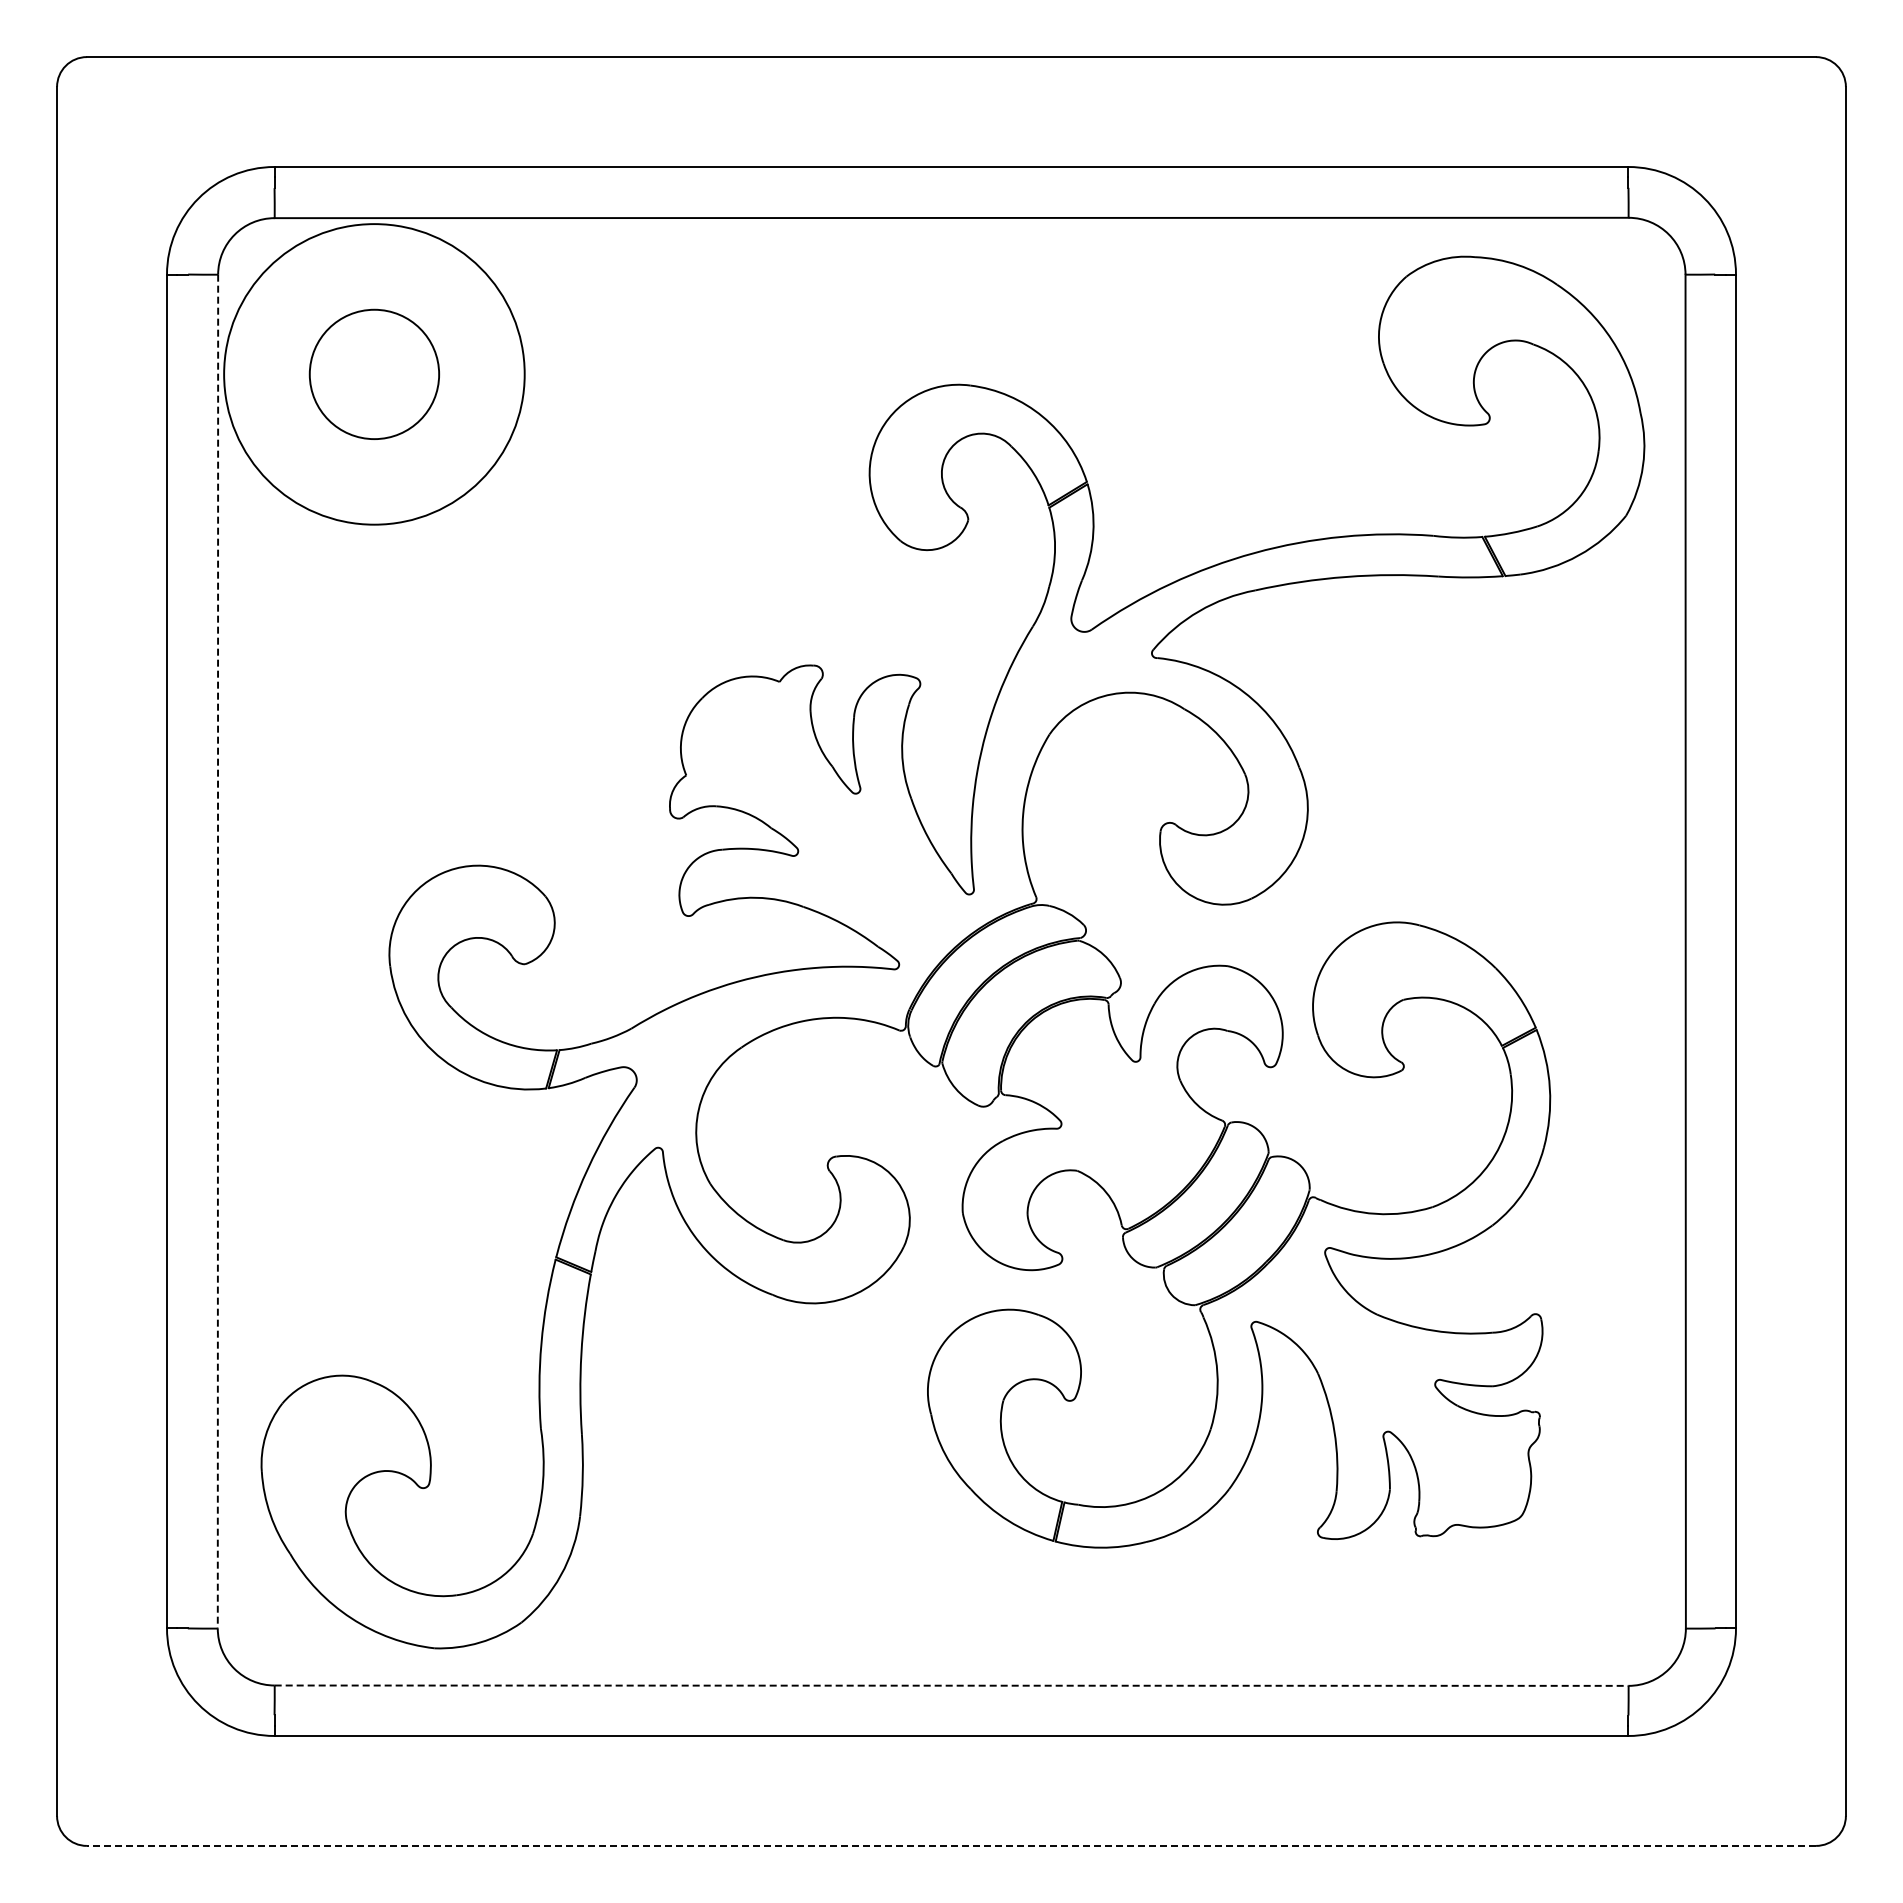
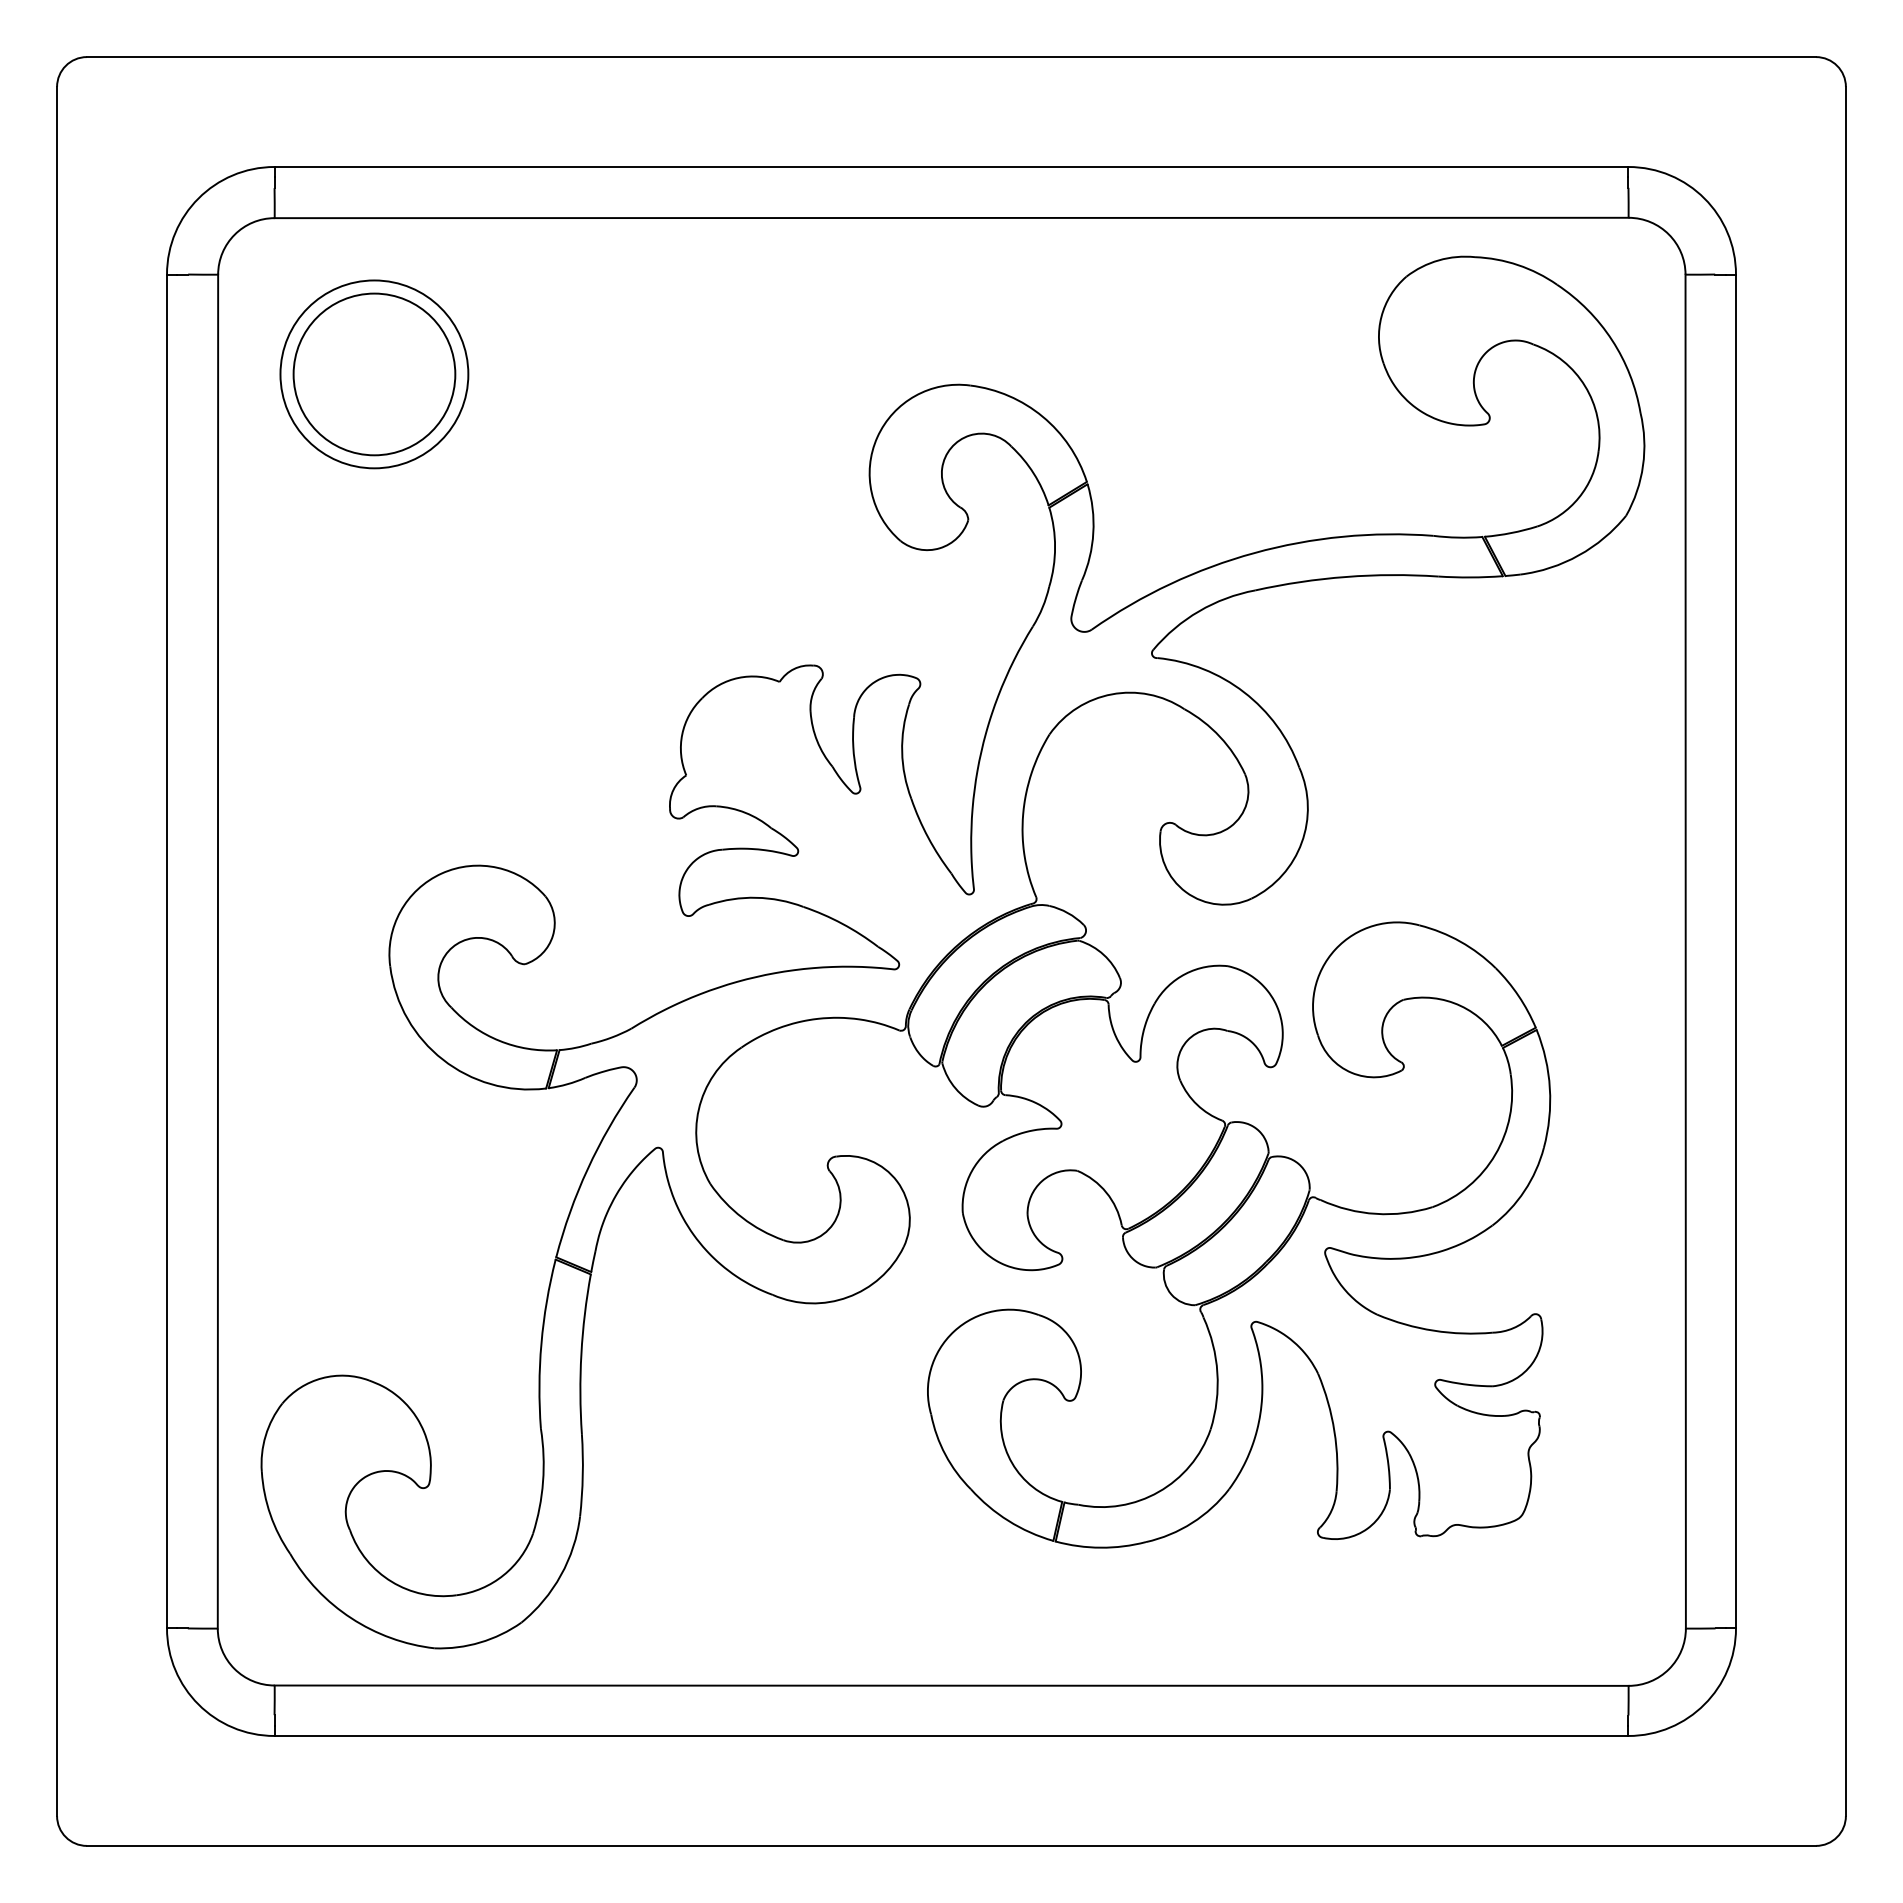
circle at (374, 374) diameter: 129 px -> 162 px
circle at (374, 374) diameter: 301 px -> 188 px
line at (217, 951): dashed -> solid
line at (951, 1685): dashed -> solid
line at (951, 1845): dashed -> solid
